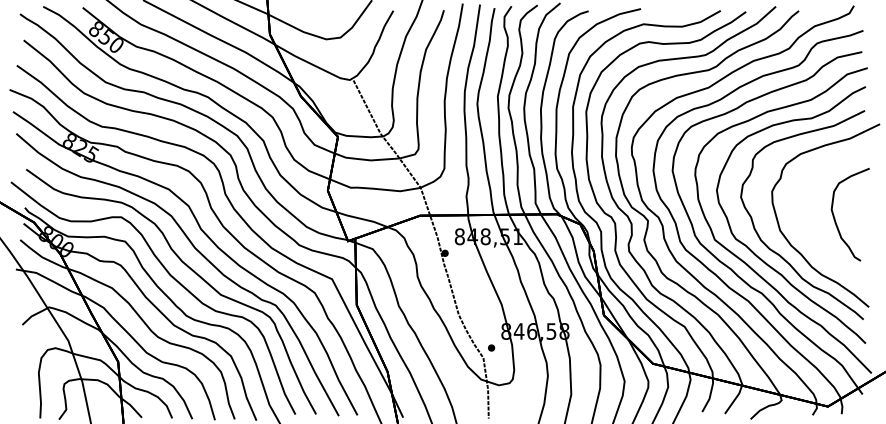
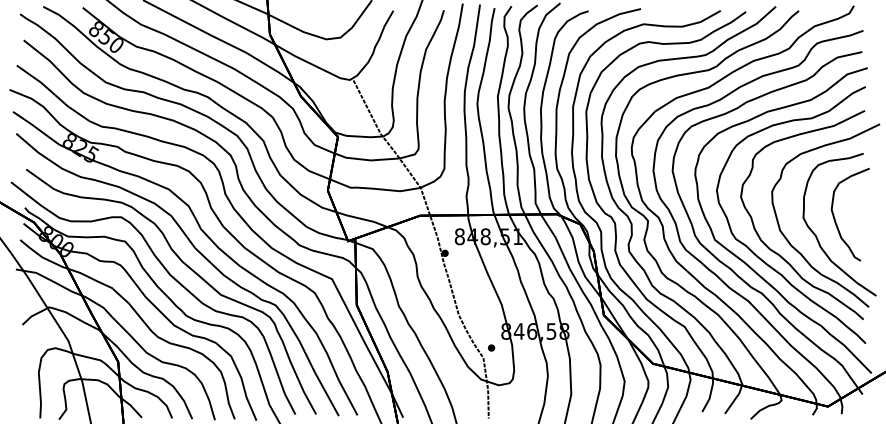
curve at (817, 236): none -> present
